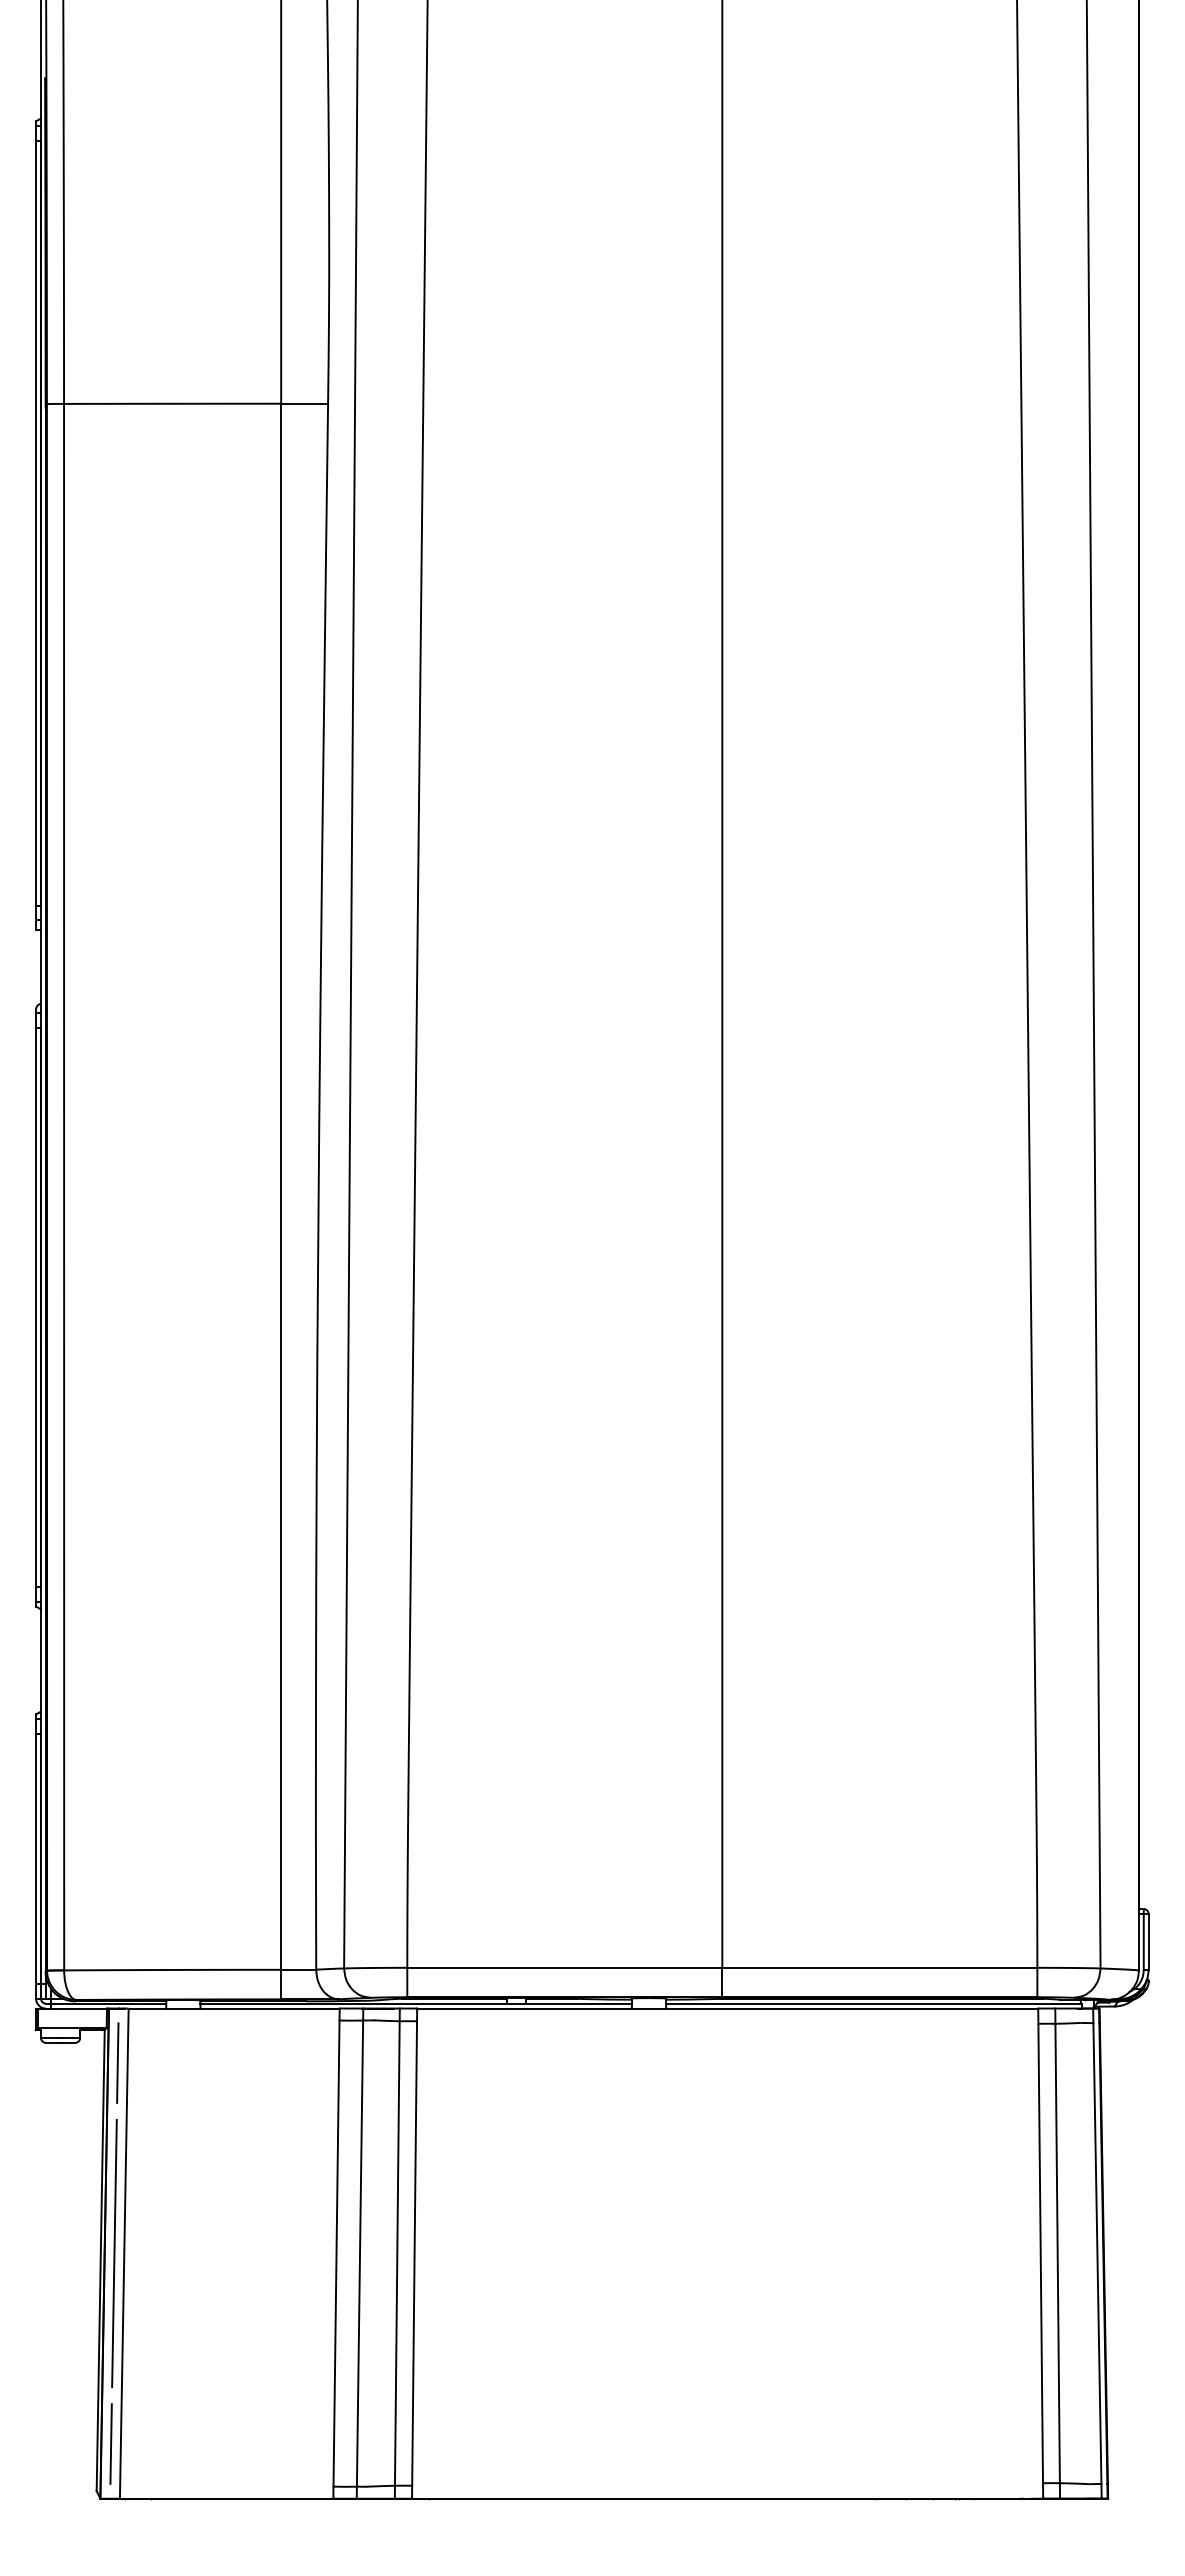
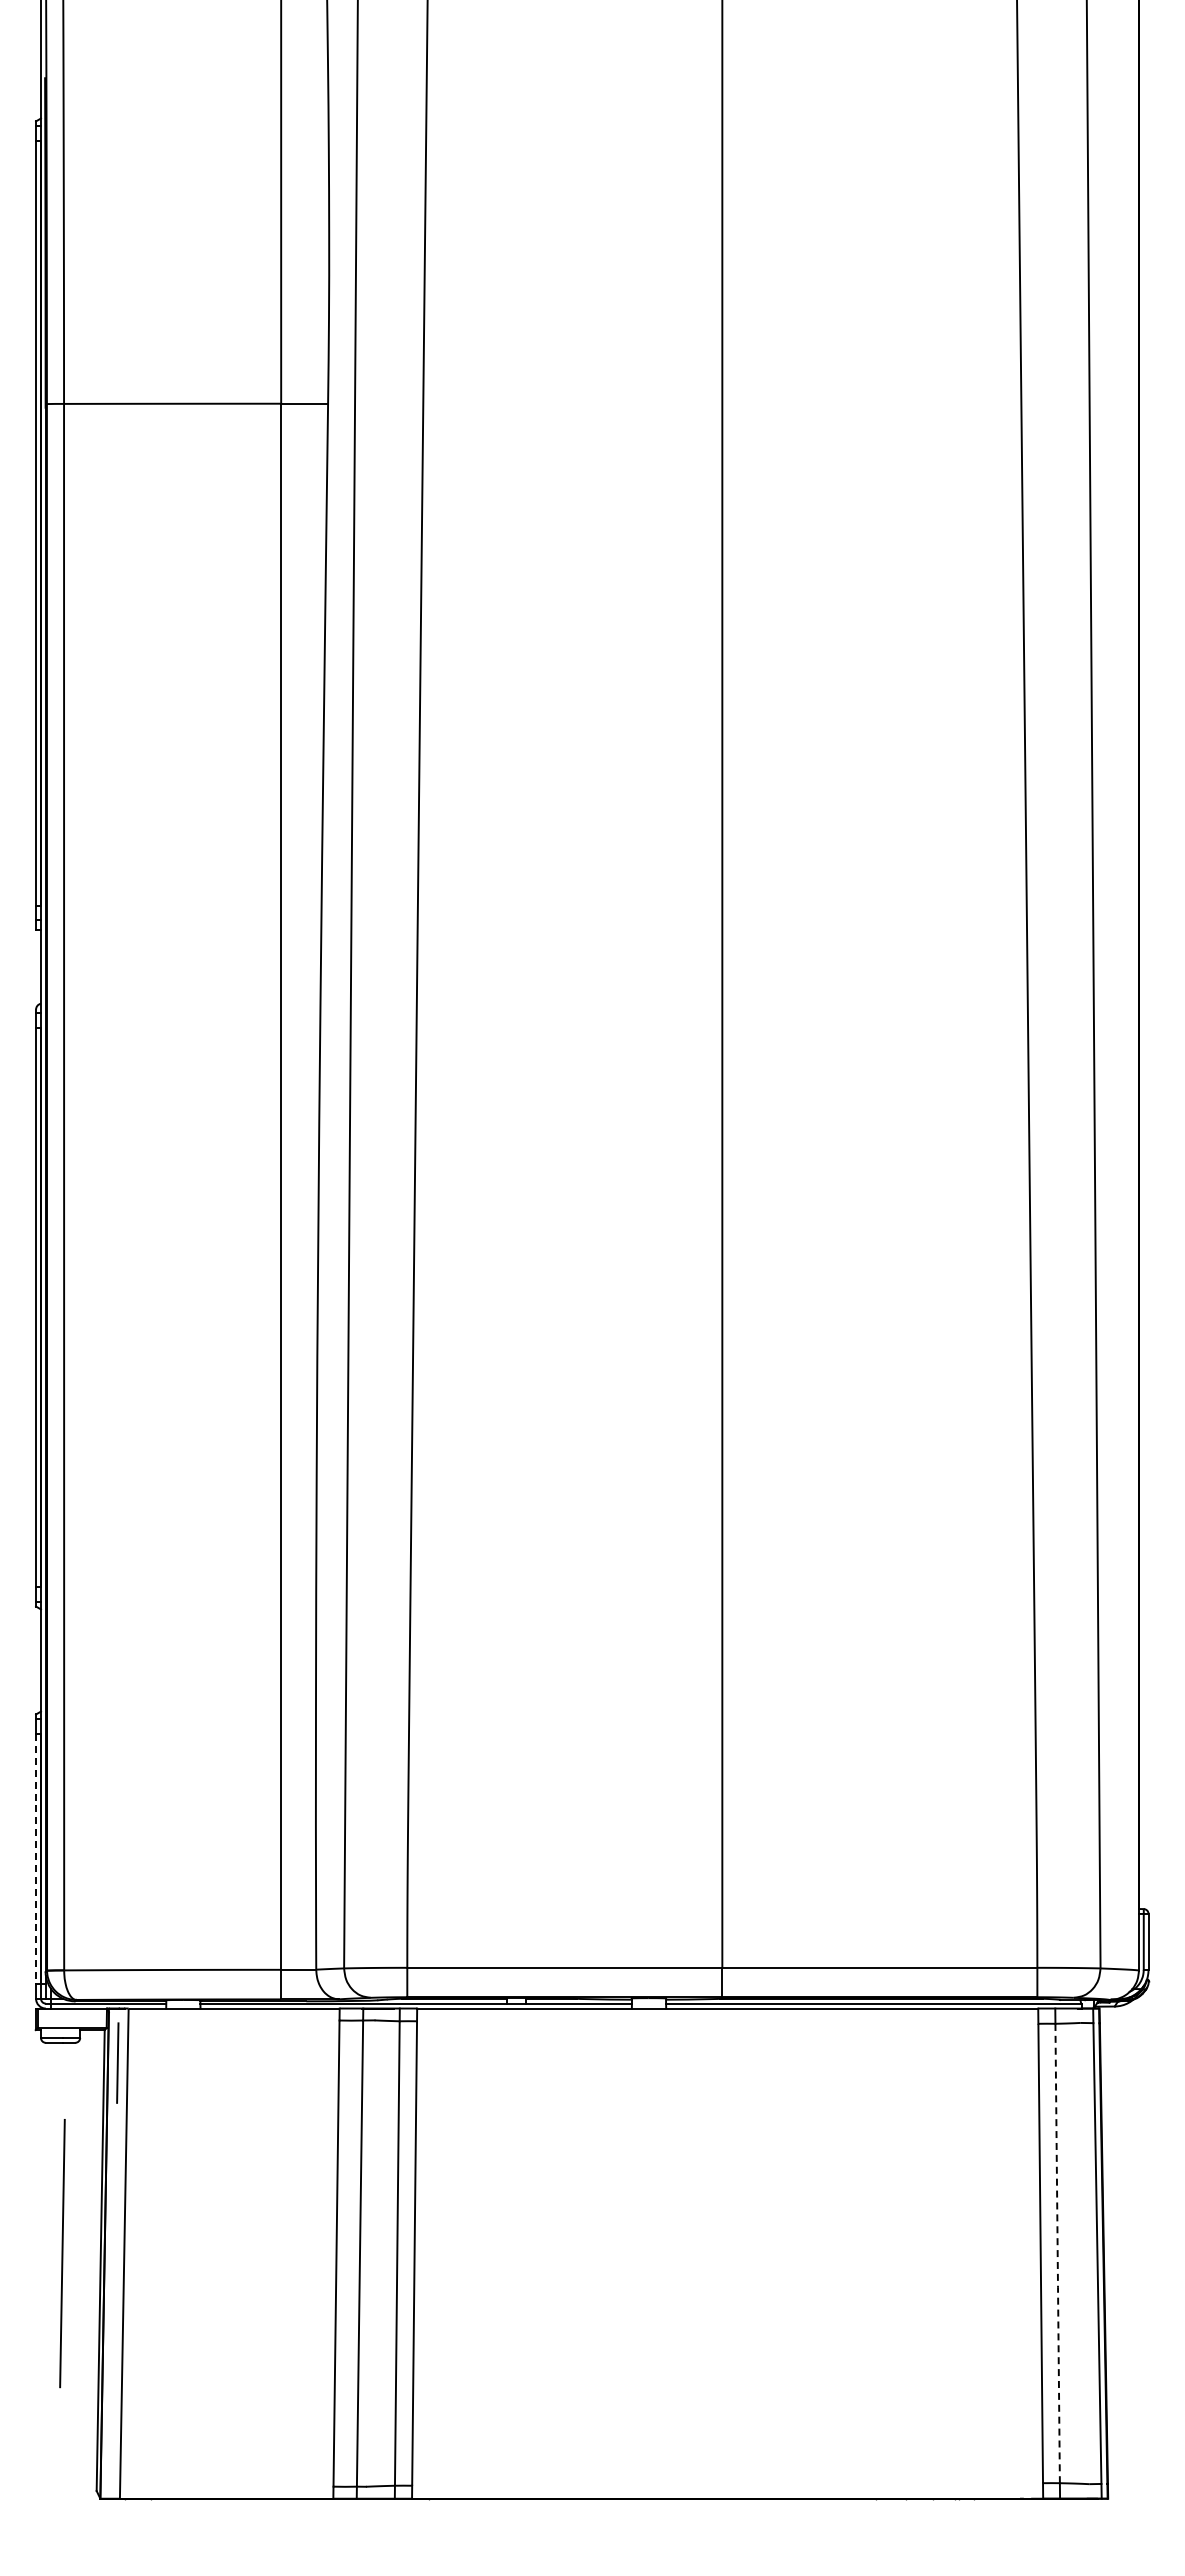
line at (36, 1859): solid -> dashed
line at (114, 2253) position: (114, 2253) -> (62, 2253)
line at (1057, 2254): solid -> dashed
line at (110, 2443): present -> none
